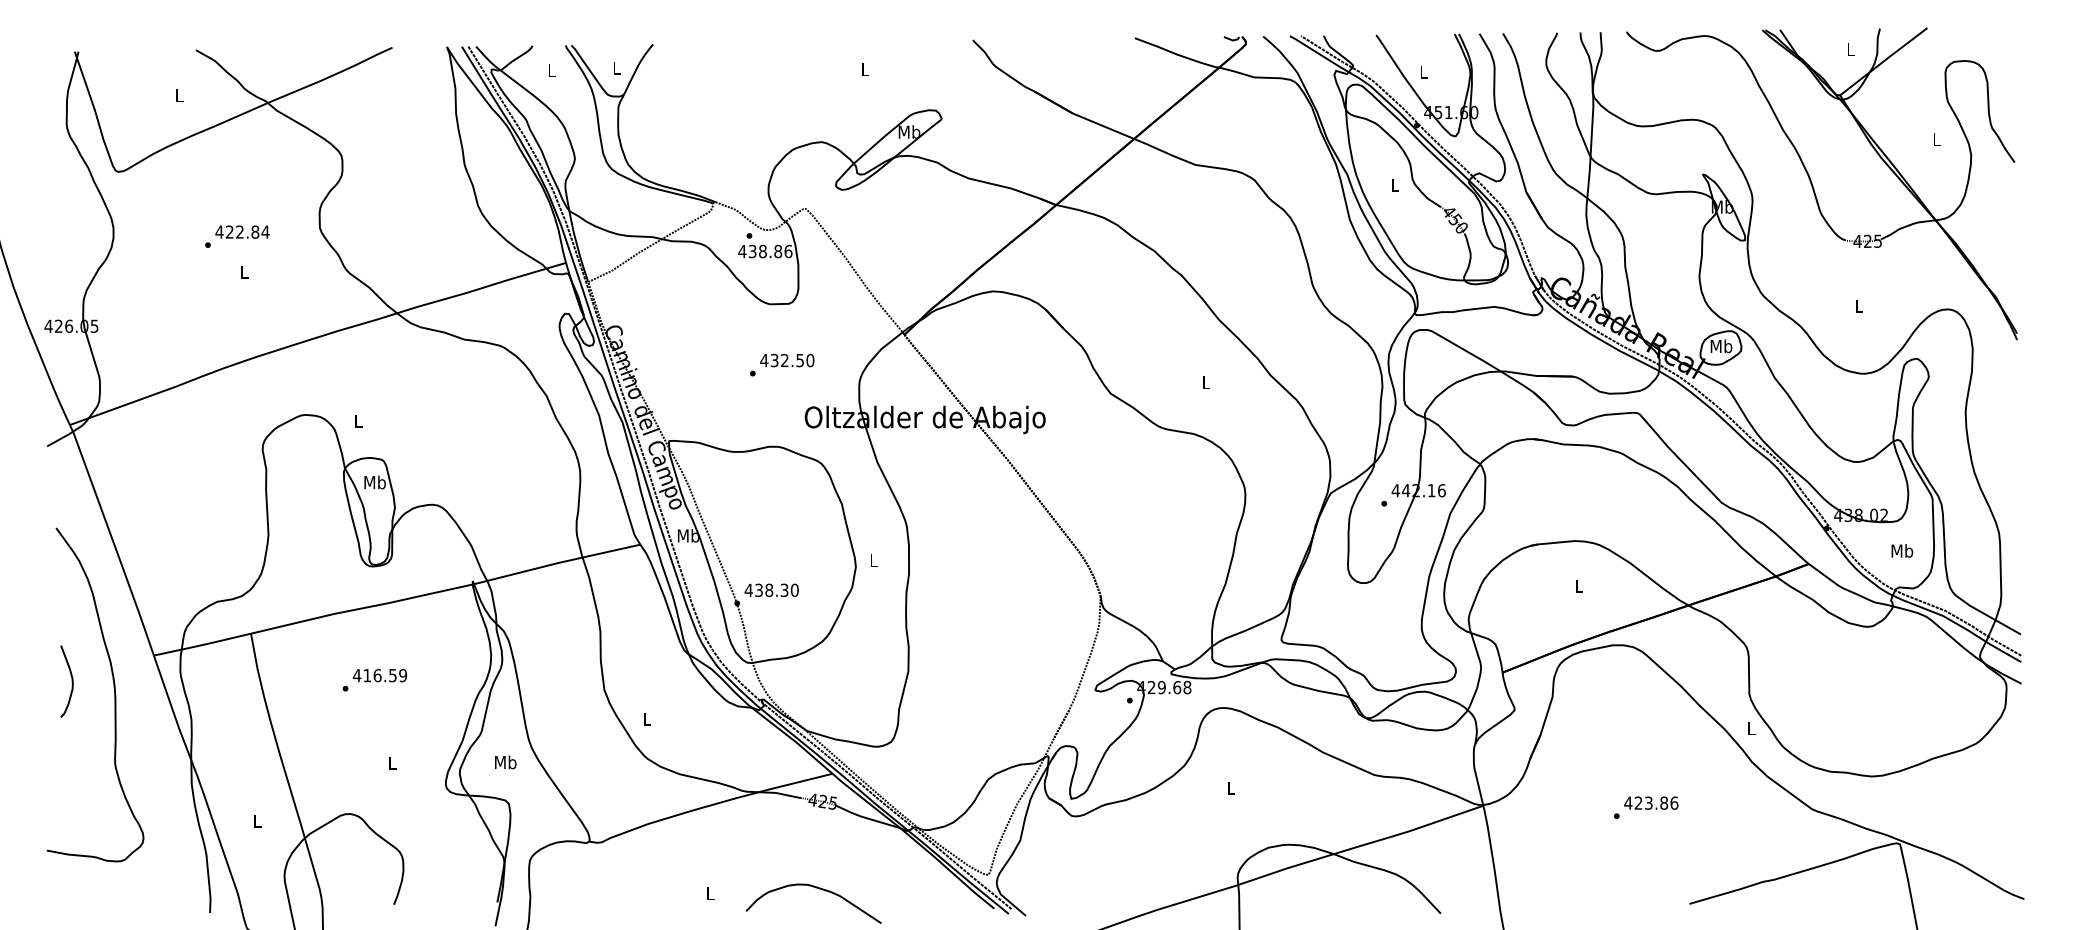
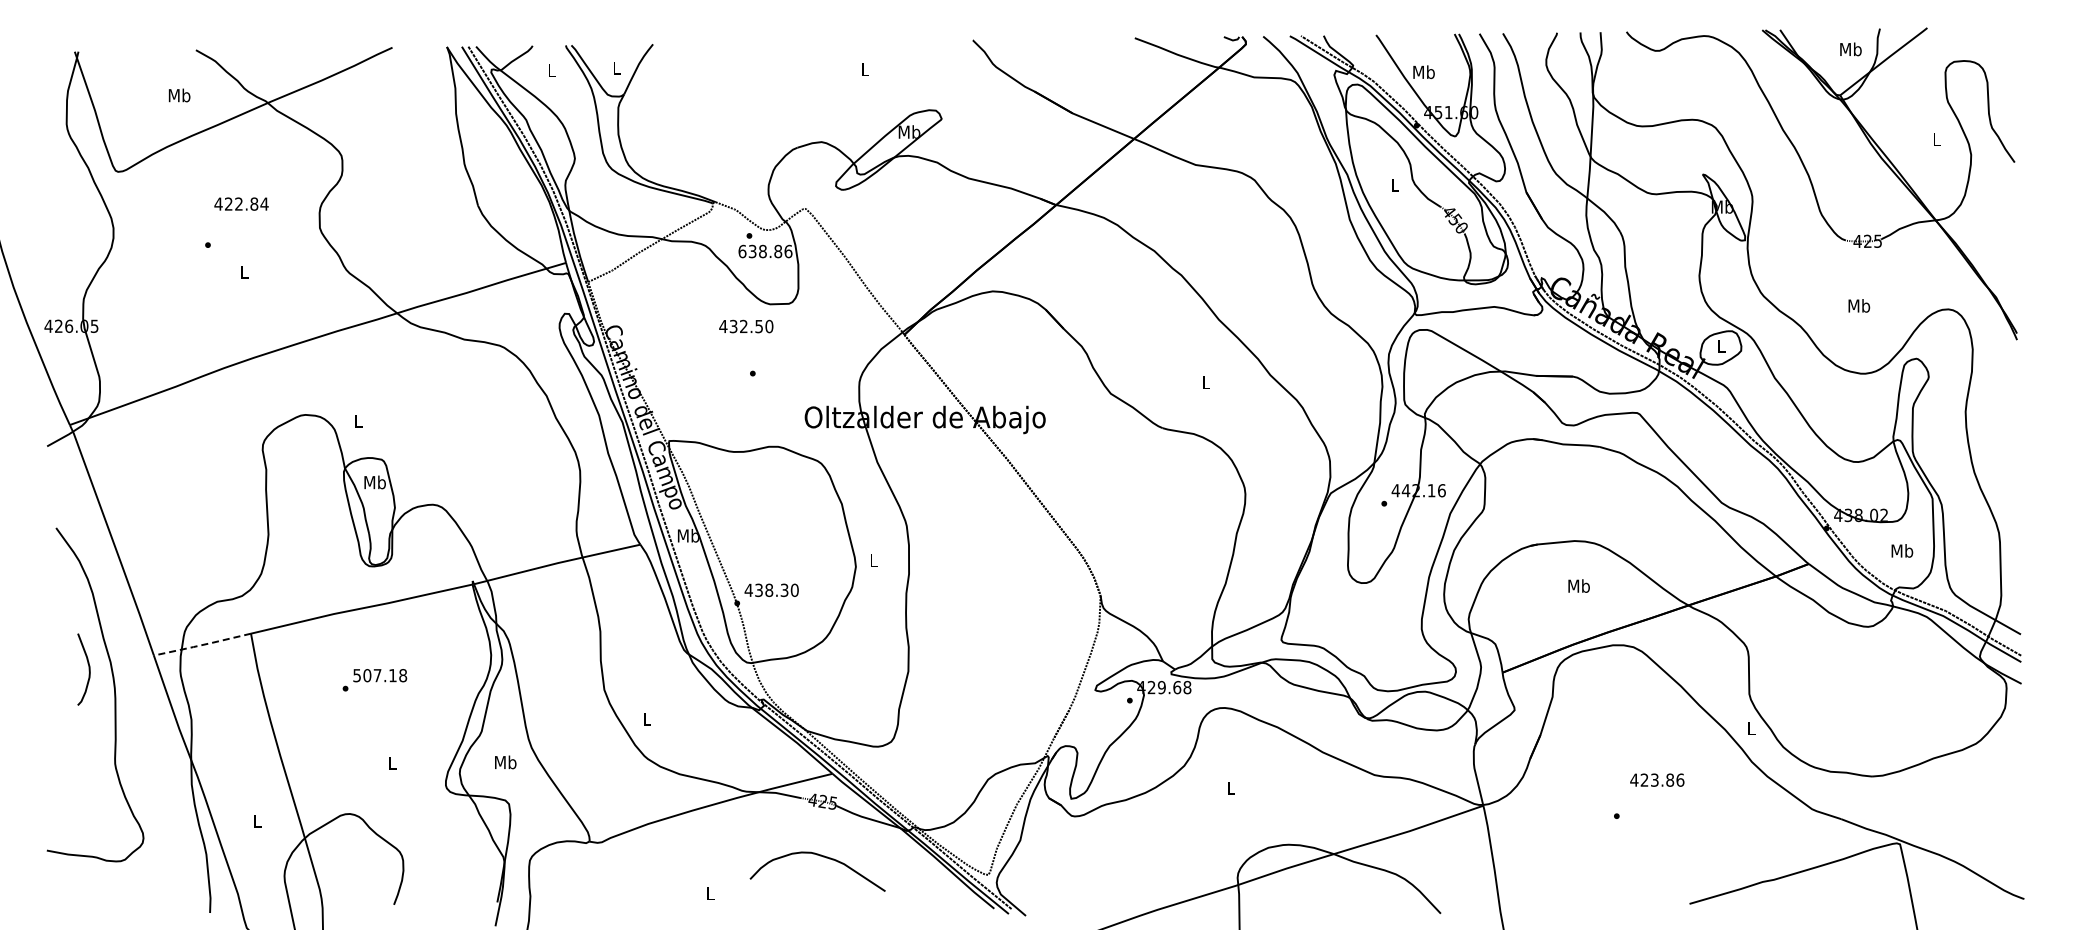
text at (1850, 49): L -> Mb
text at (1423, 72): L -> Mb
text at (179, 95): L -> Mb
text at (242, 231) position: (242, 231) -> (241, 203)
text at (742, 251): 438.86 -> 638.86
text at (1859, 305): L -> Mb
text at (1721, 346): Mb -> L
text at (787, 360) position: (787, 360) -> (746, 326)
text at (1578, 585): L -> Mb
line at (202, 645): solid -> dashed
text at (379, 675): 416.59 -> 507.18
curve at (71, 681) position: (71, 681) -> (88, 669)
text at (1651, 802) position: (1651, 802) -> (1657, 779)
curve at (819, 889) position: (819, 889) -> (823, 857)
